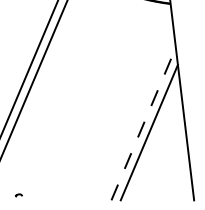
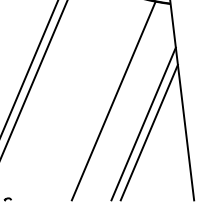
line at (113, 101): none -> present
line at (143, 124): dashed -> solid
part at (18, 195) position: (18, 195) -> (7, 199)
